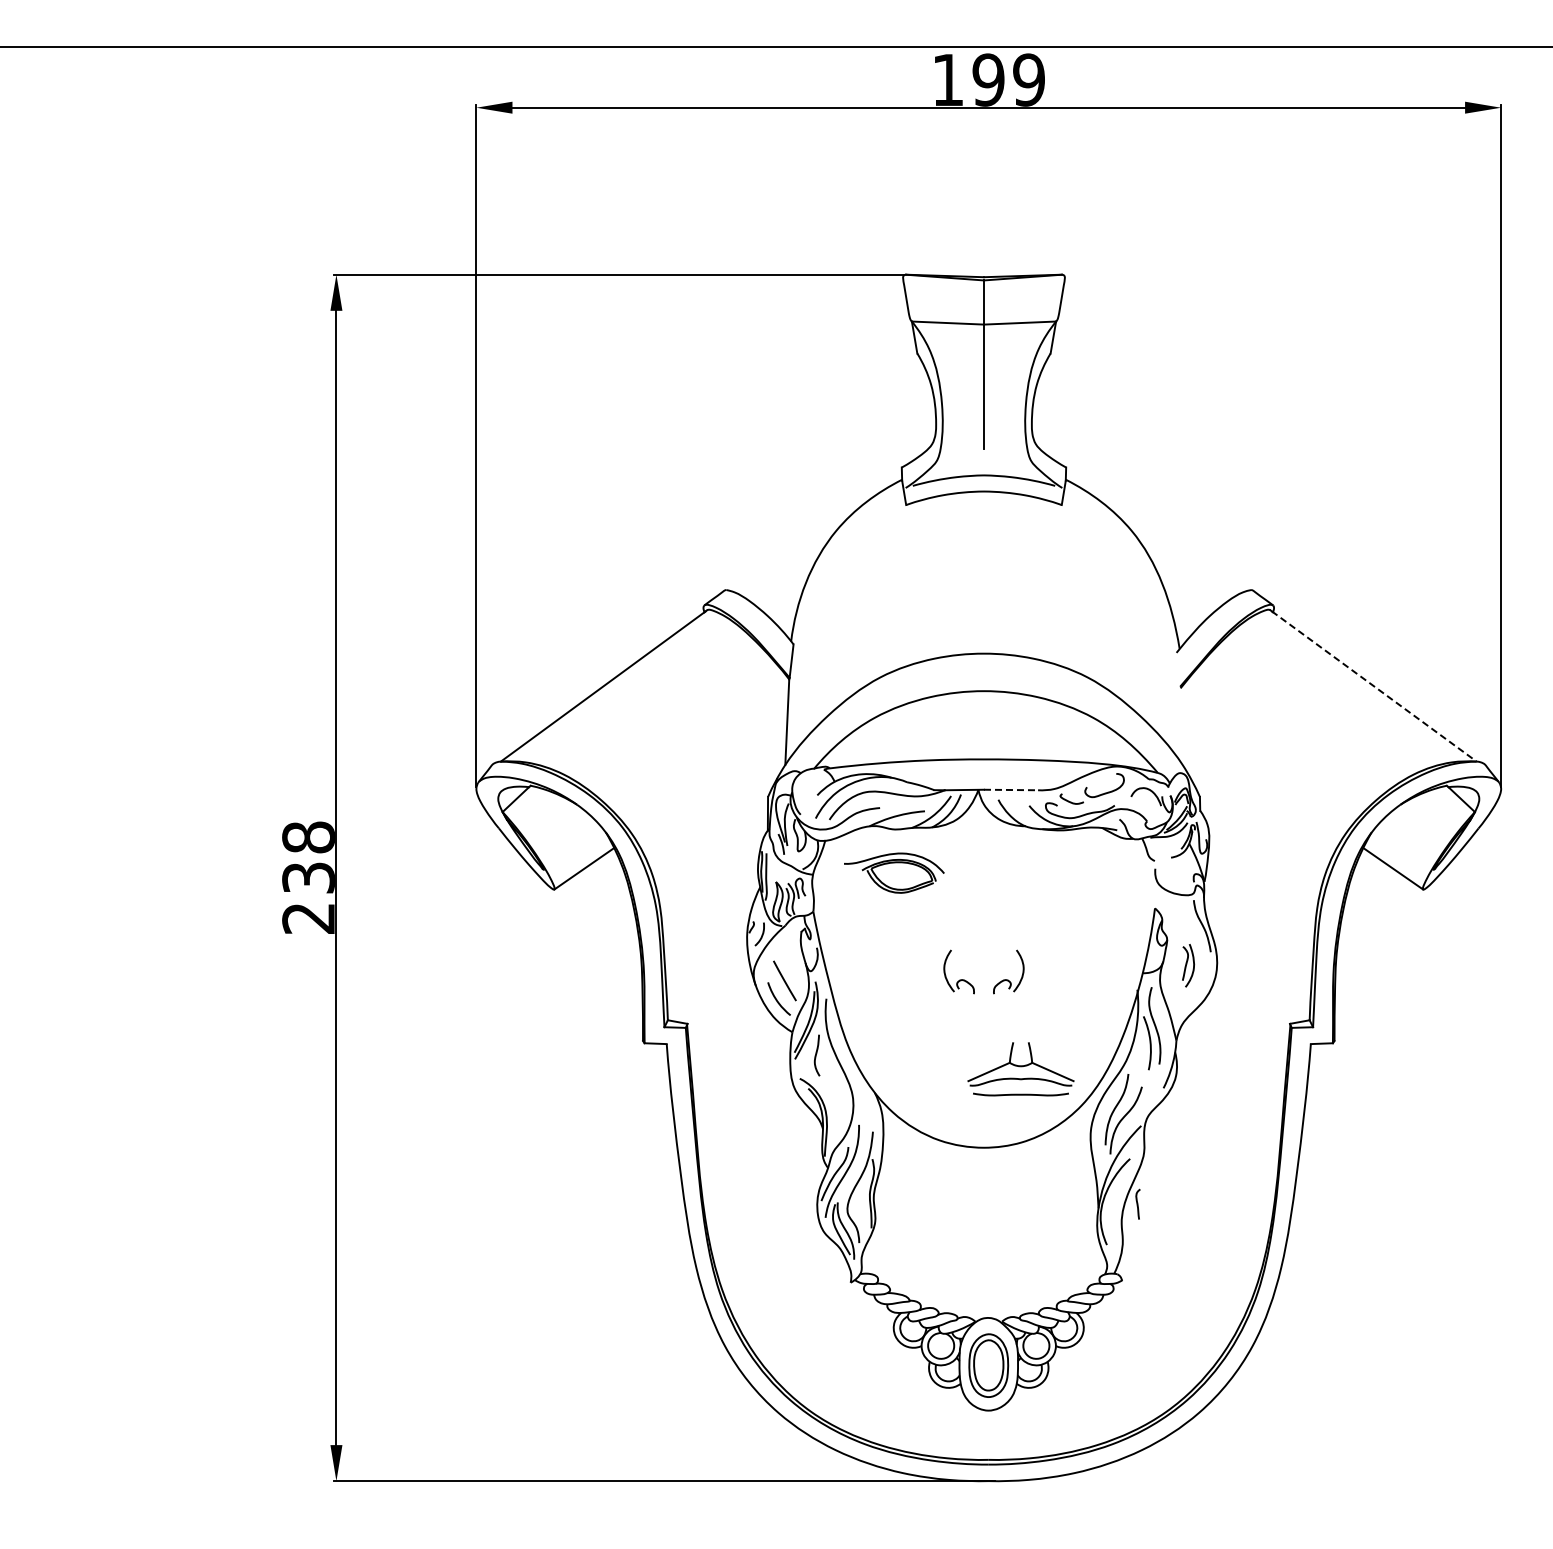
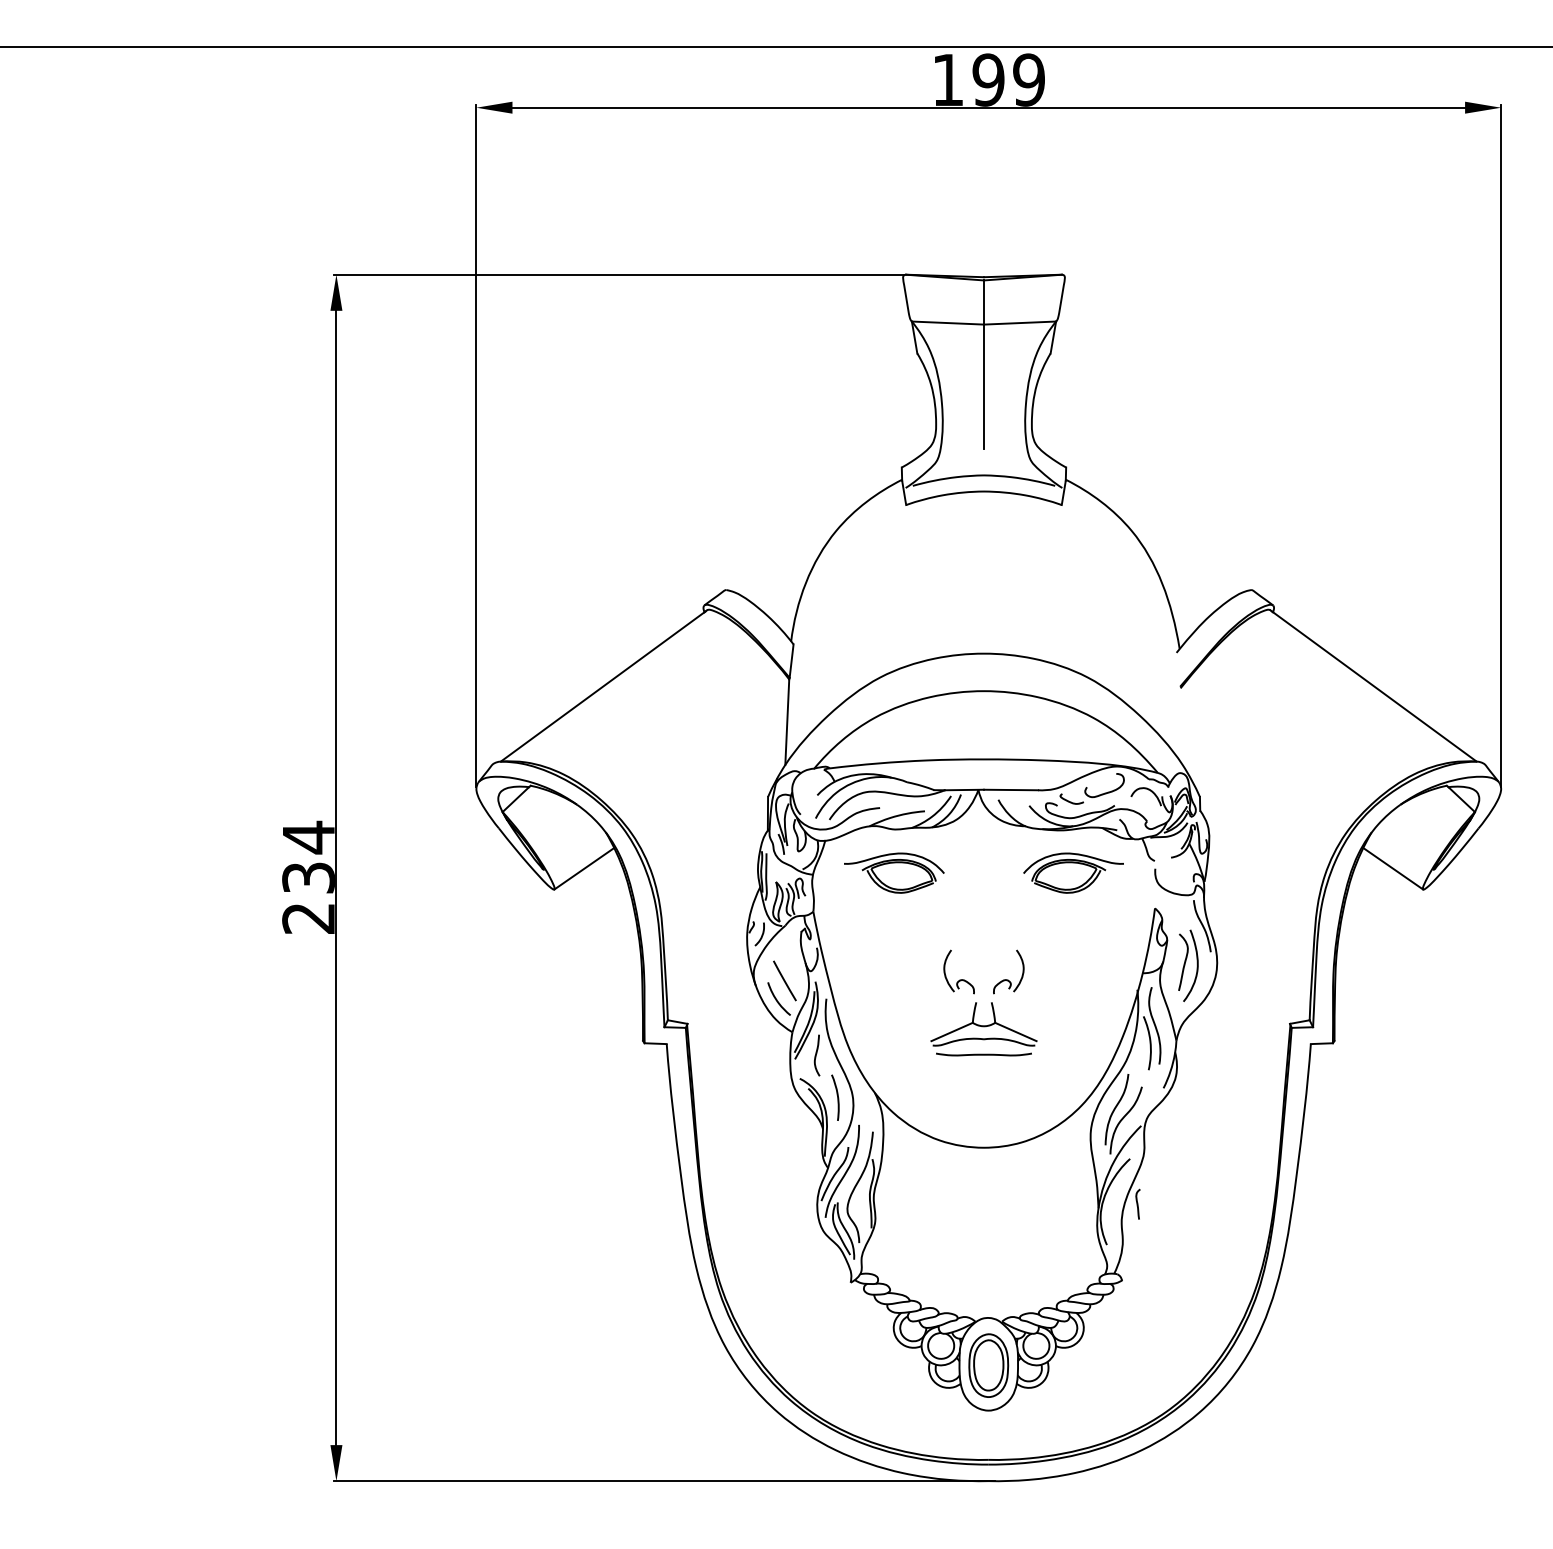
line at (1374, 686): dashed -> solid
line at (1011, 790): dashed -> solid
text at (308, 837): 238 -> 234
part at (1073, 872): none -> present
part at (1188, 965) size: 14x44 px -> 21x73 px
part at (1020, 1069) position: (1020, 1069) -> (983, 1029)
curve at (837, 1097): none -> present
